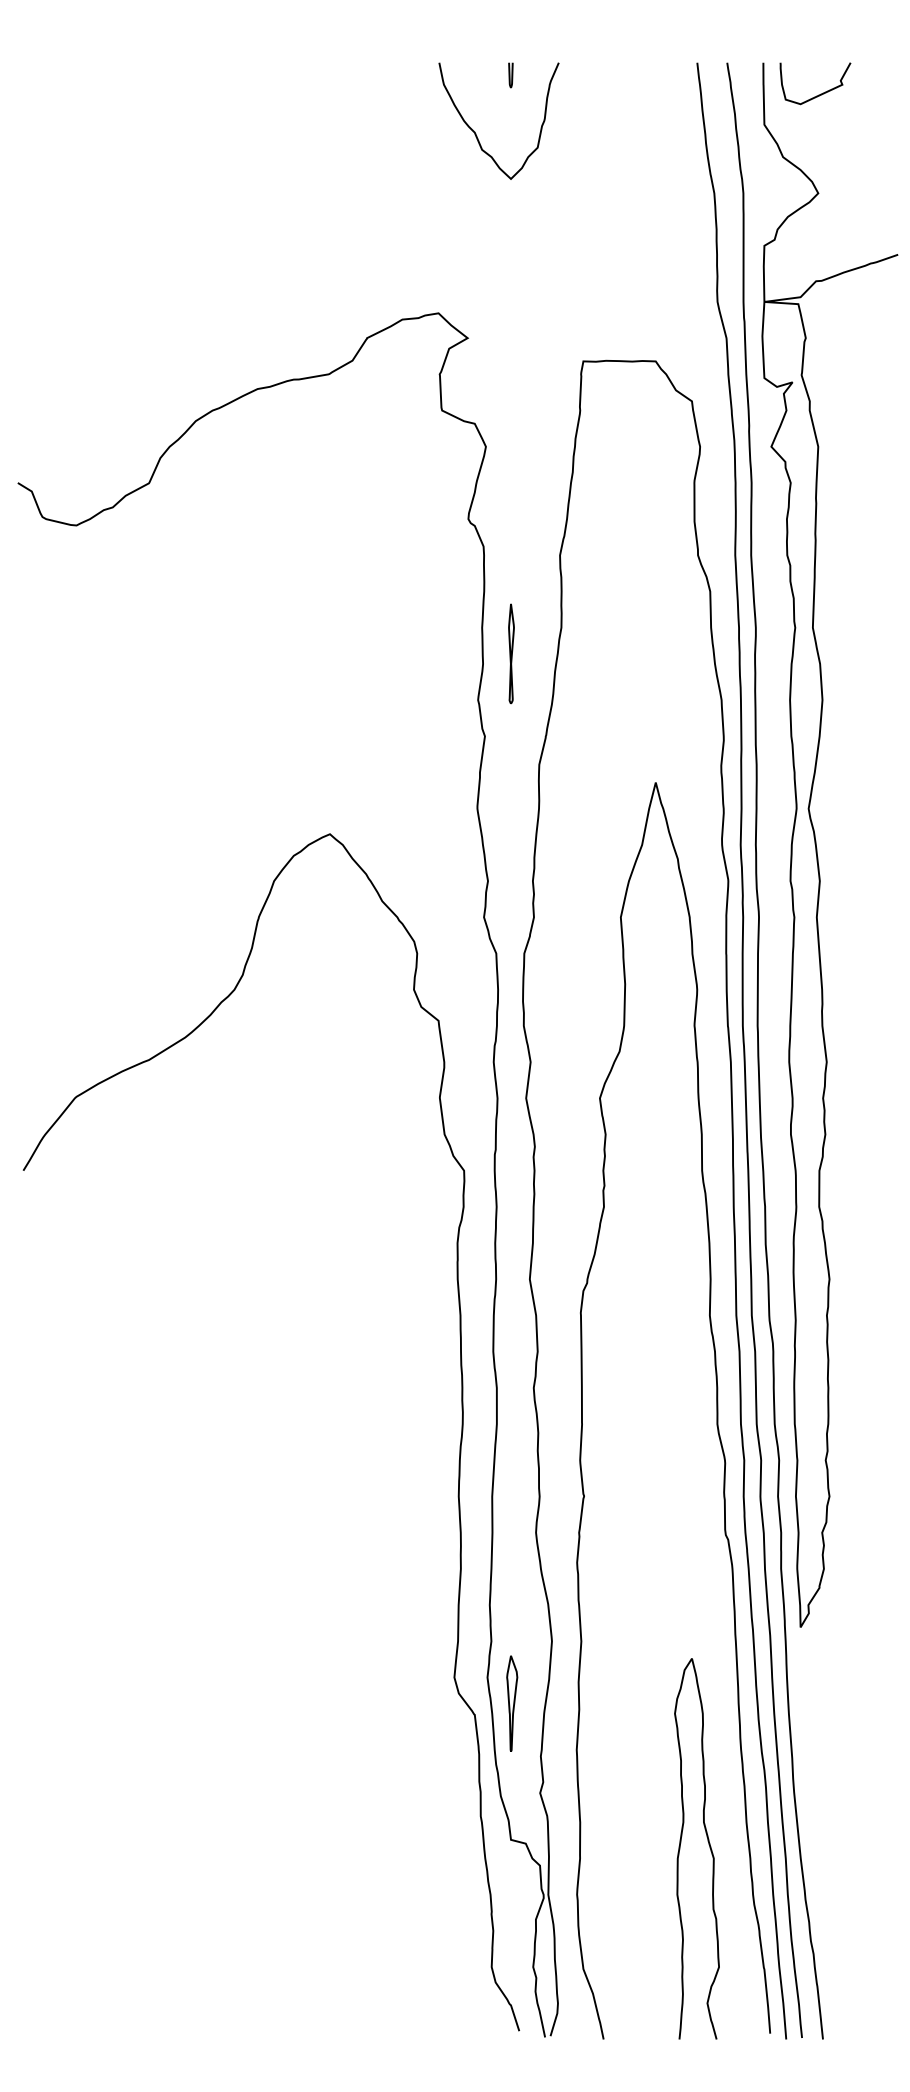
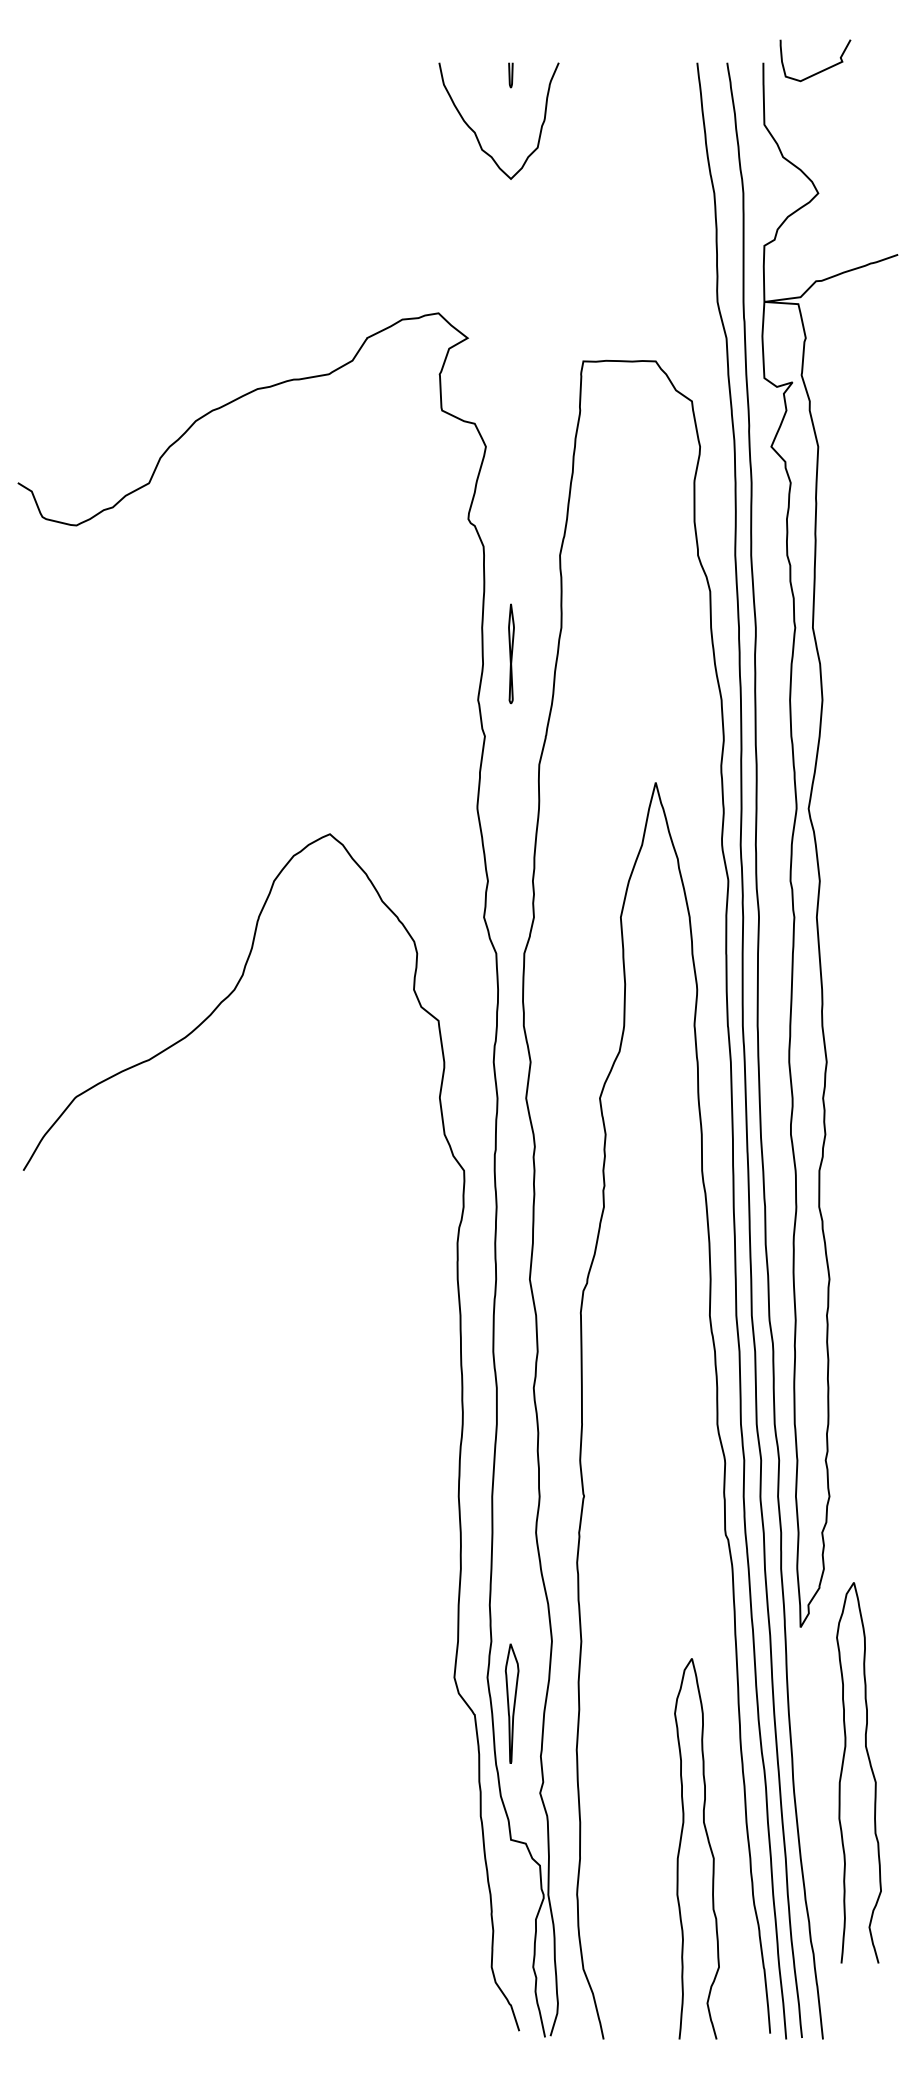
curve at (820, 93) position: (820, 93) -> (820, 70)
part at (512, 1703) size: 13x97 px -> 15x121 px
curve at (870, 1768): none -> present
